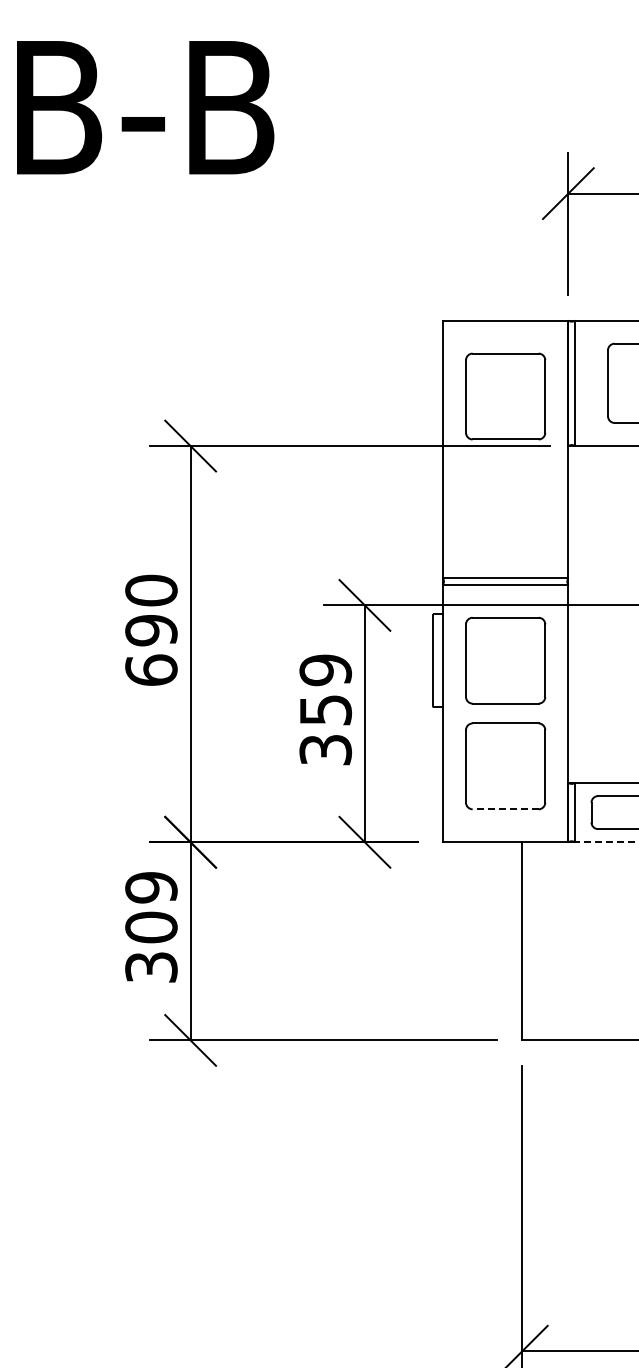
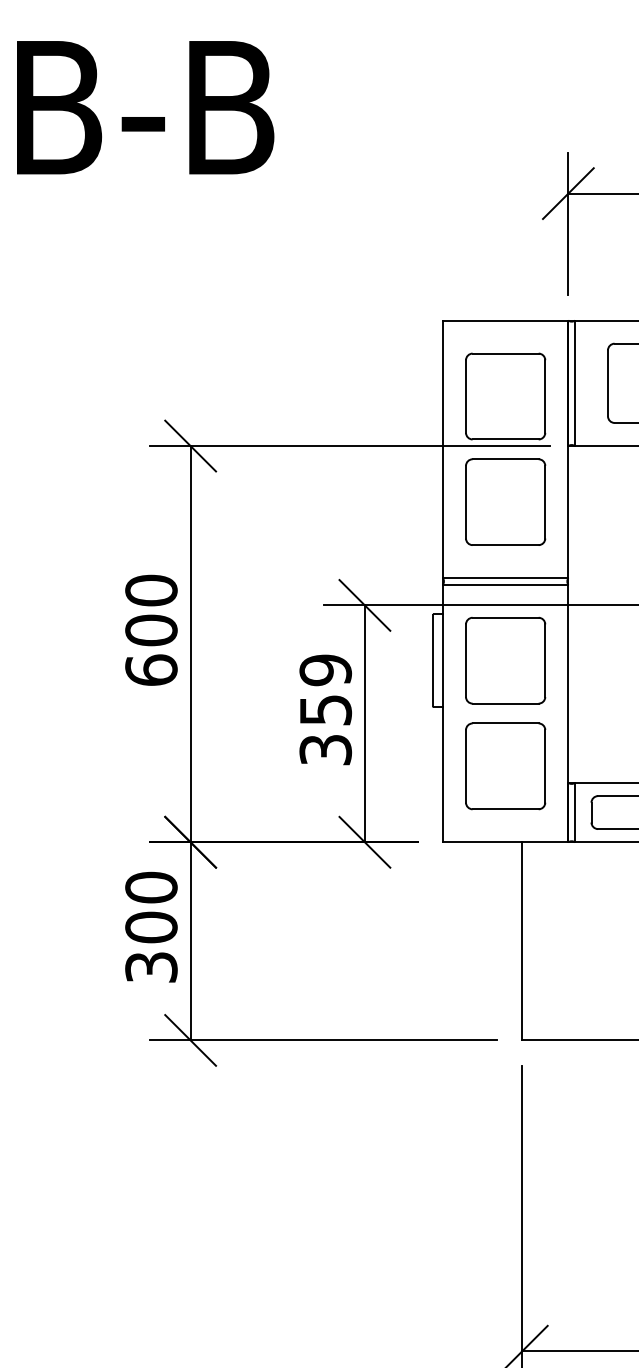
part at (505, 501): none -> present
text at (151, 630): 690 -> 600
line at (505, 809): dashed -> solid
line at (606, 842): dashed -> solid
text at (151, 887): 309 -> 300
